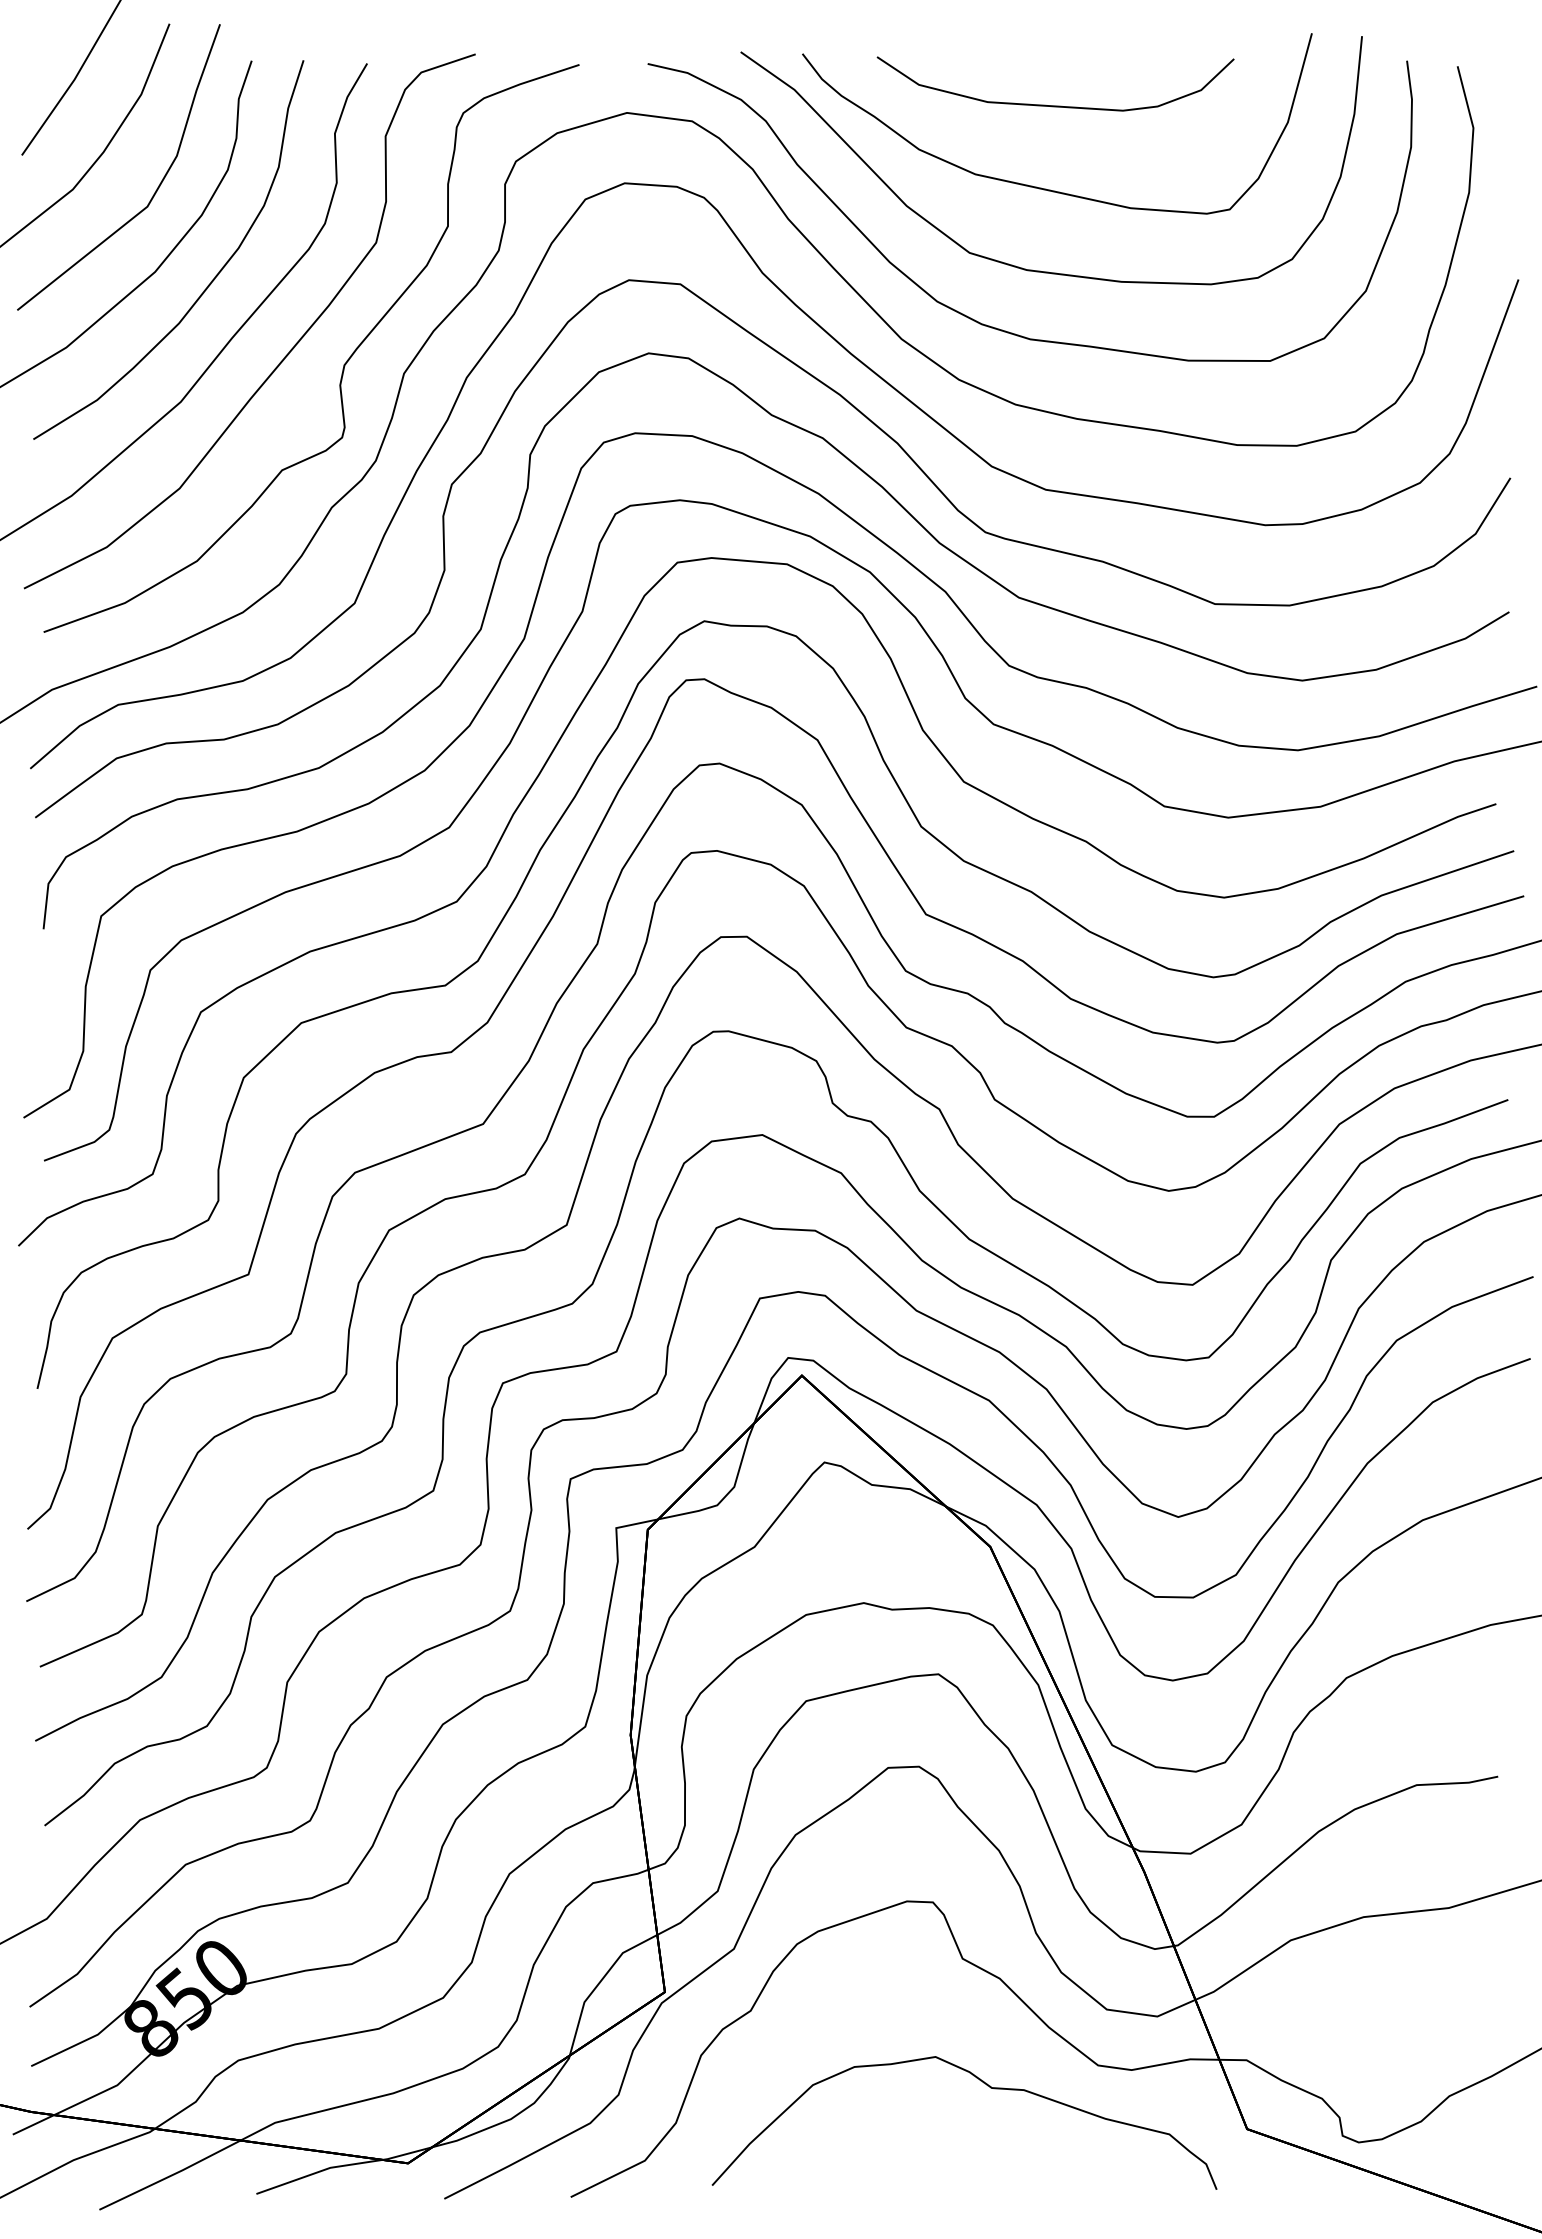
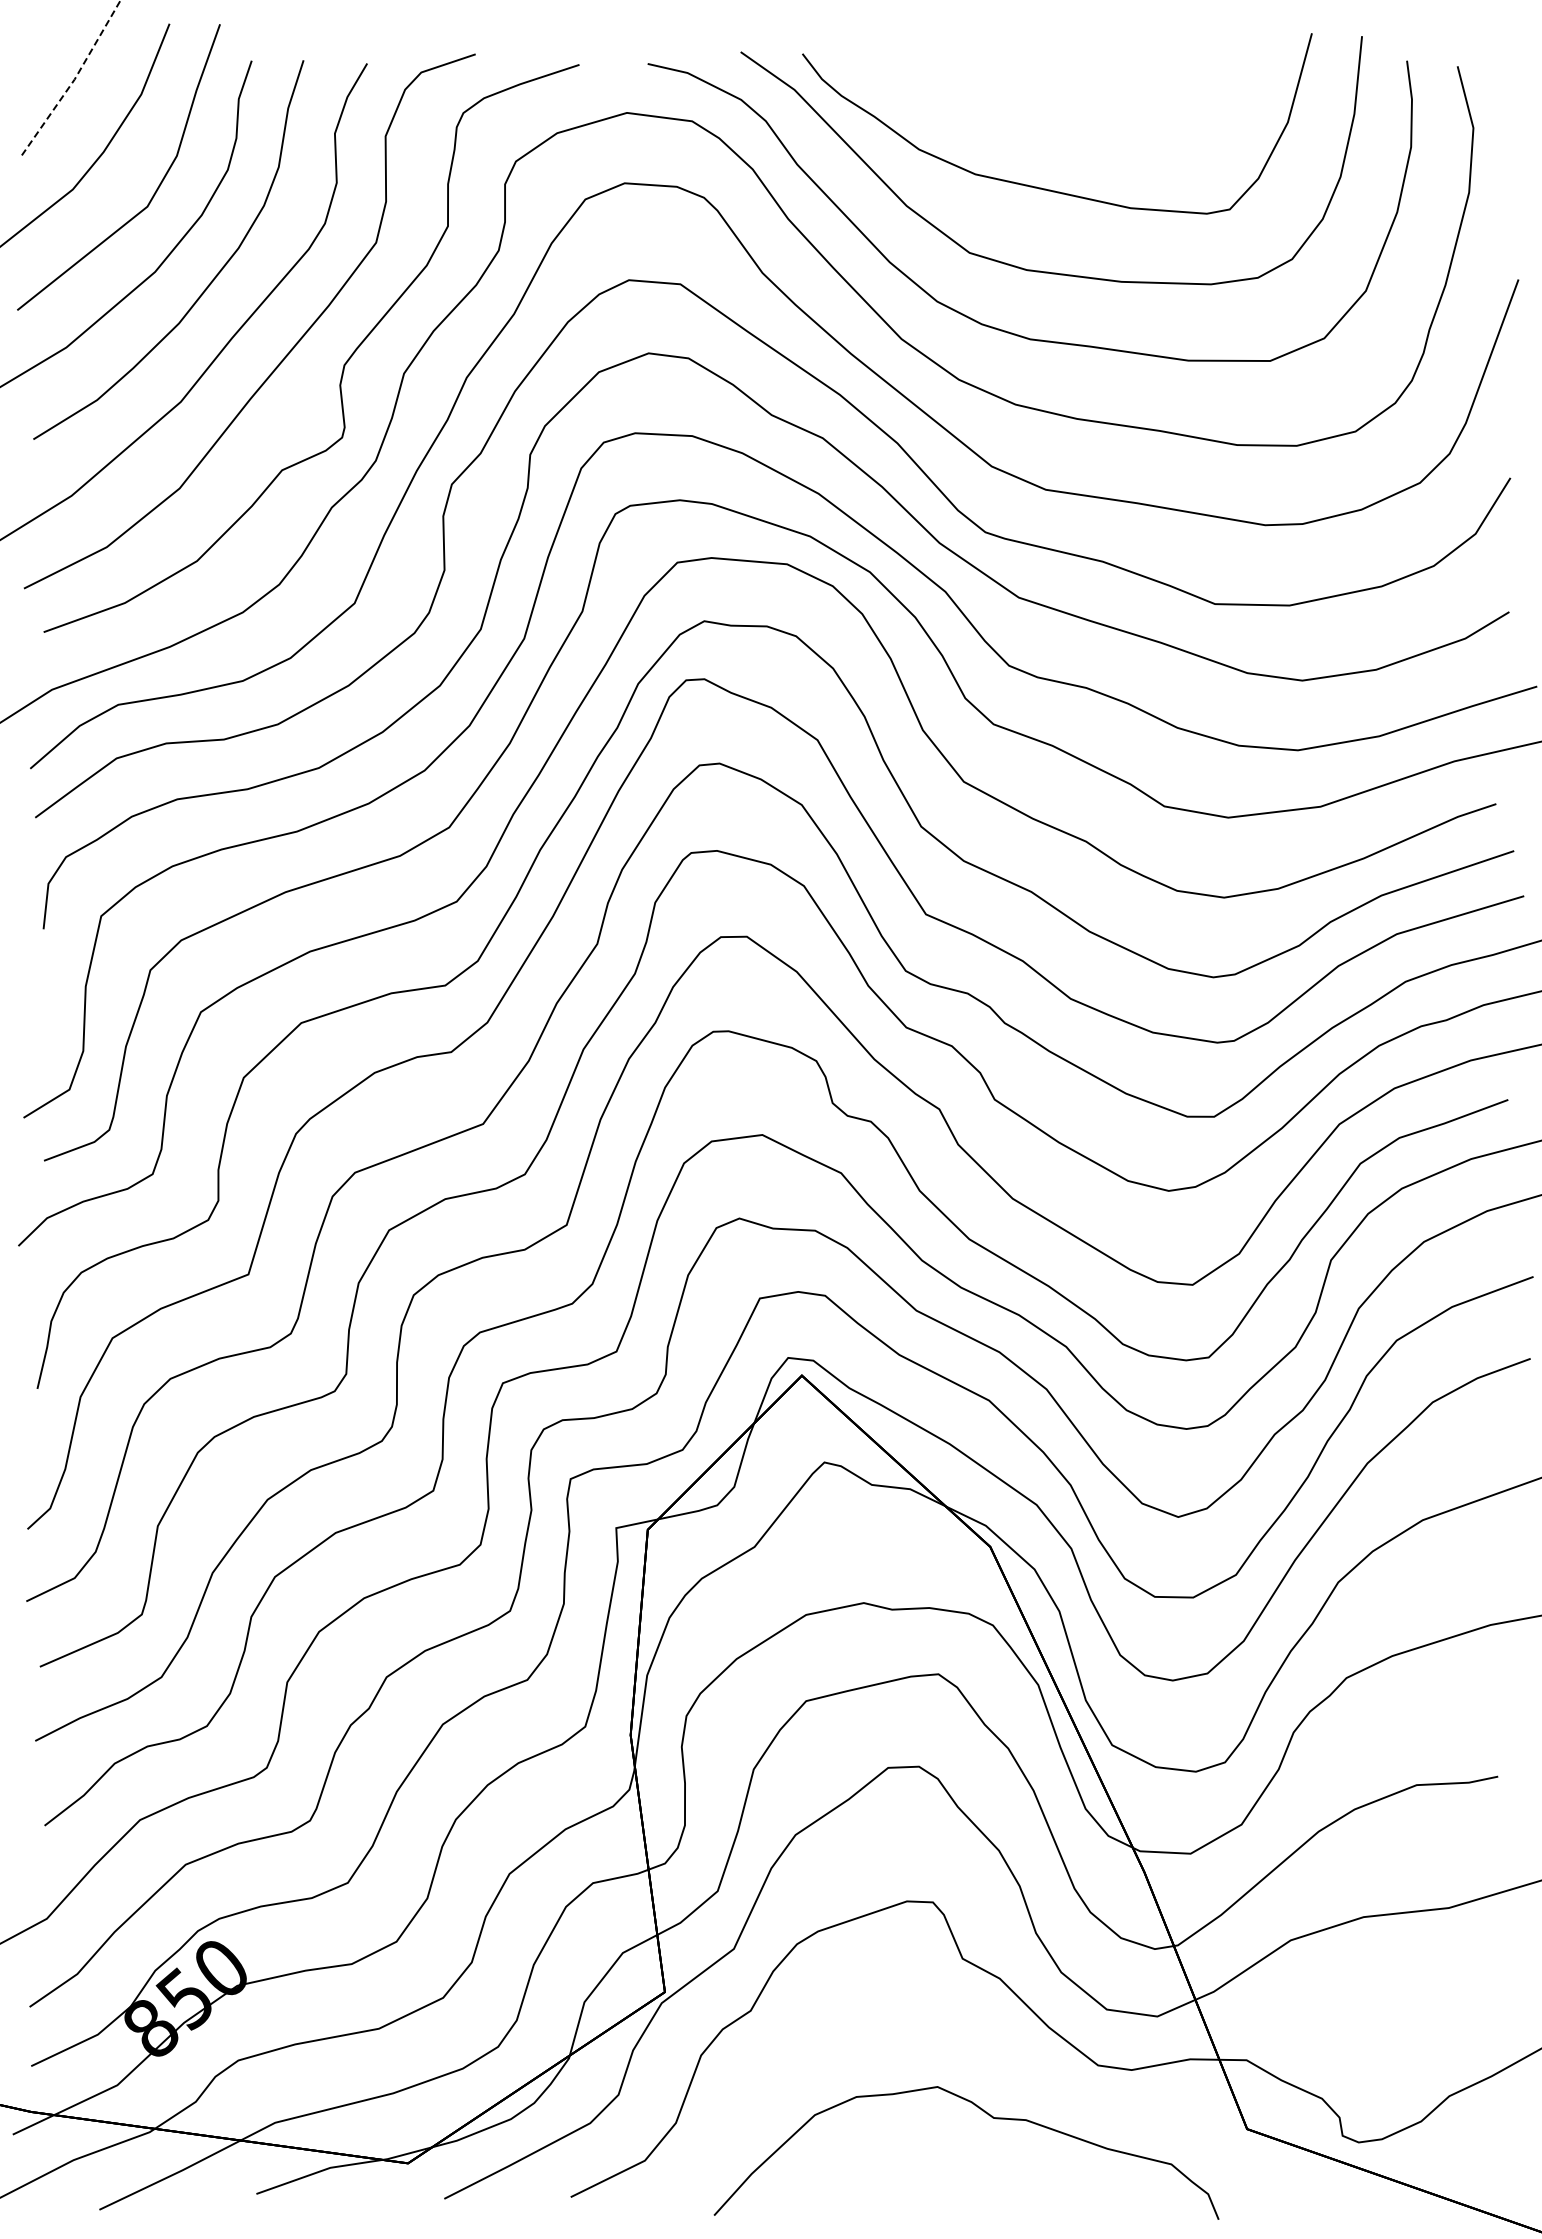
line at (74, 79): solid -> dashed
curve at (1055, 105): present -> none
curve at (987, 2086) position: (987, 2086) -> (989, 2116)
